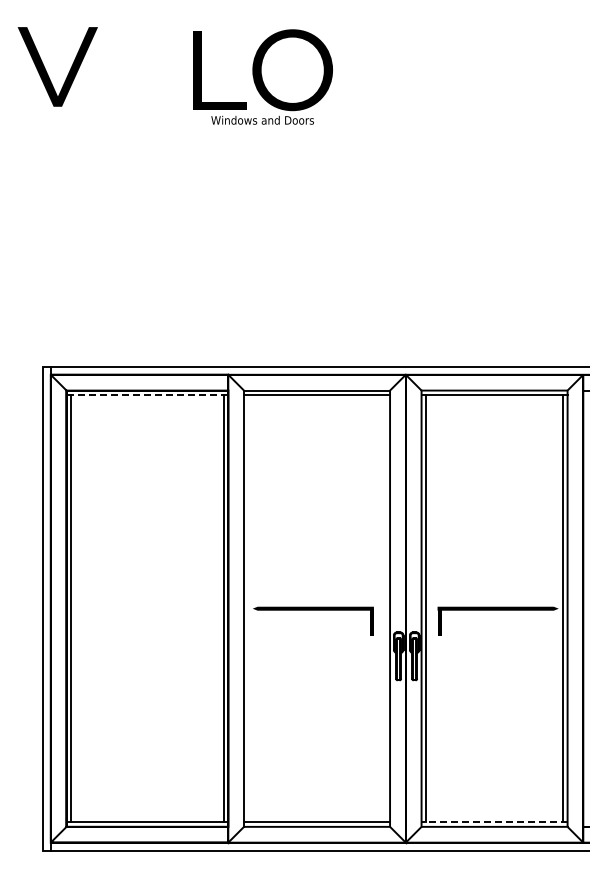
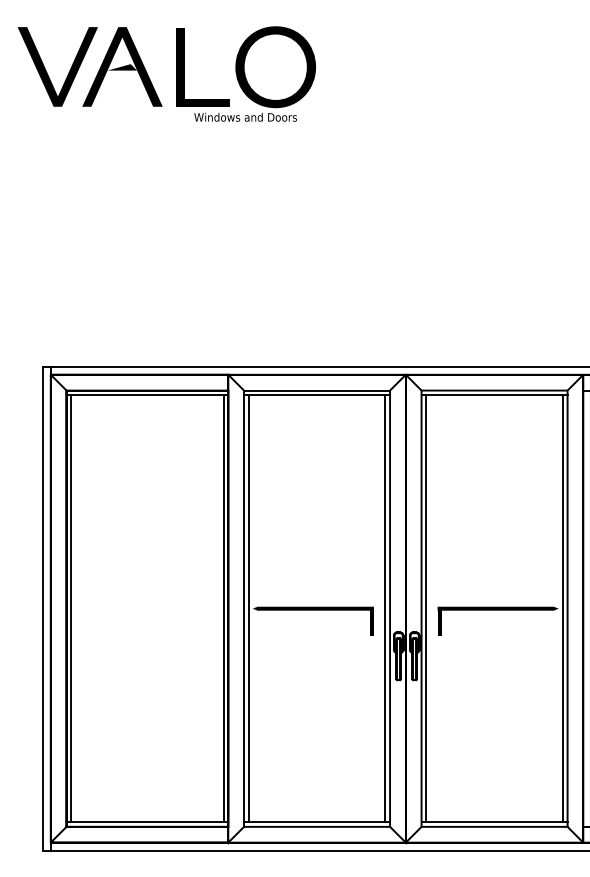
part at (122, 66): none -> present
text at (262, 76) position: (262, 76) -> (245, 73)
line at (147, 395): dashed -> solid
line at (248, 608): none -> present
line at (385, 608): none -> present
line at (494, 822): dashed -> solid
